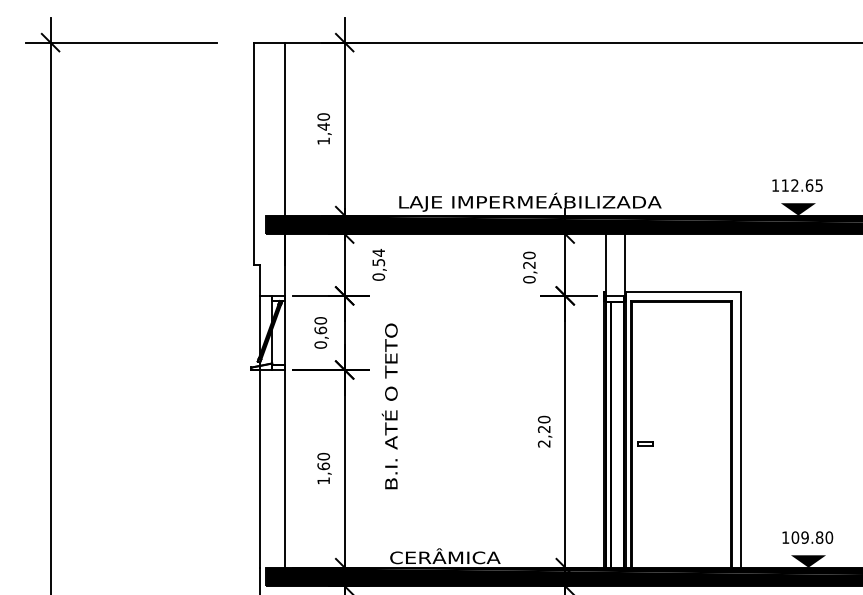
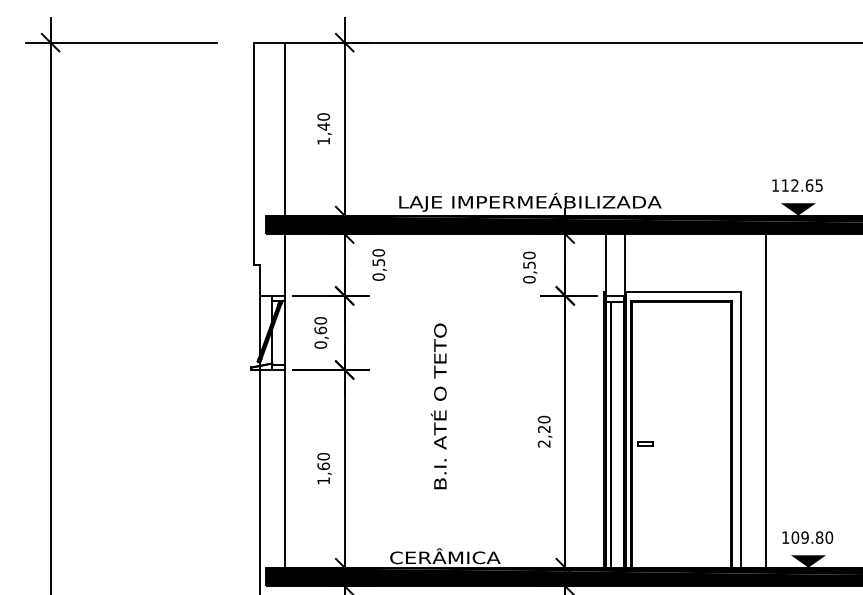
text at (378, 252): 0,54 -> 0,50
text at (529, 264): 0,20 -> 0,50
line at (766, 400): none -> present
text at (389, 406) position: (389, 406) -> (438, 406)
